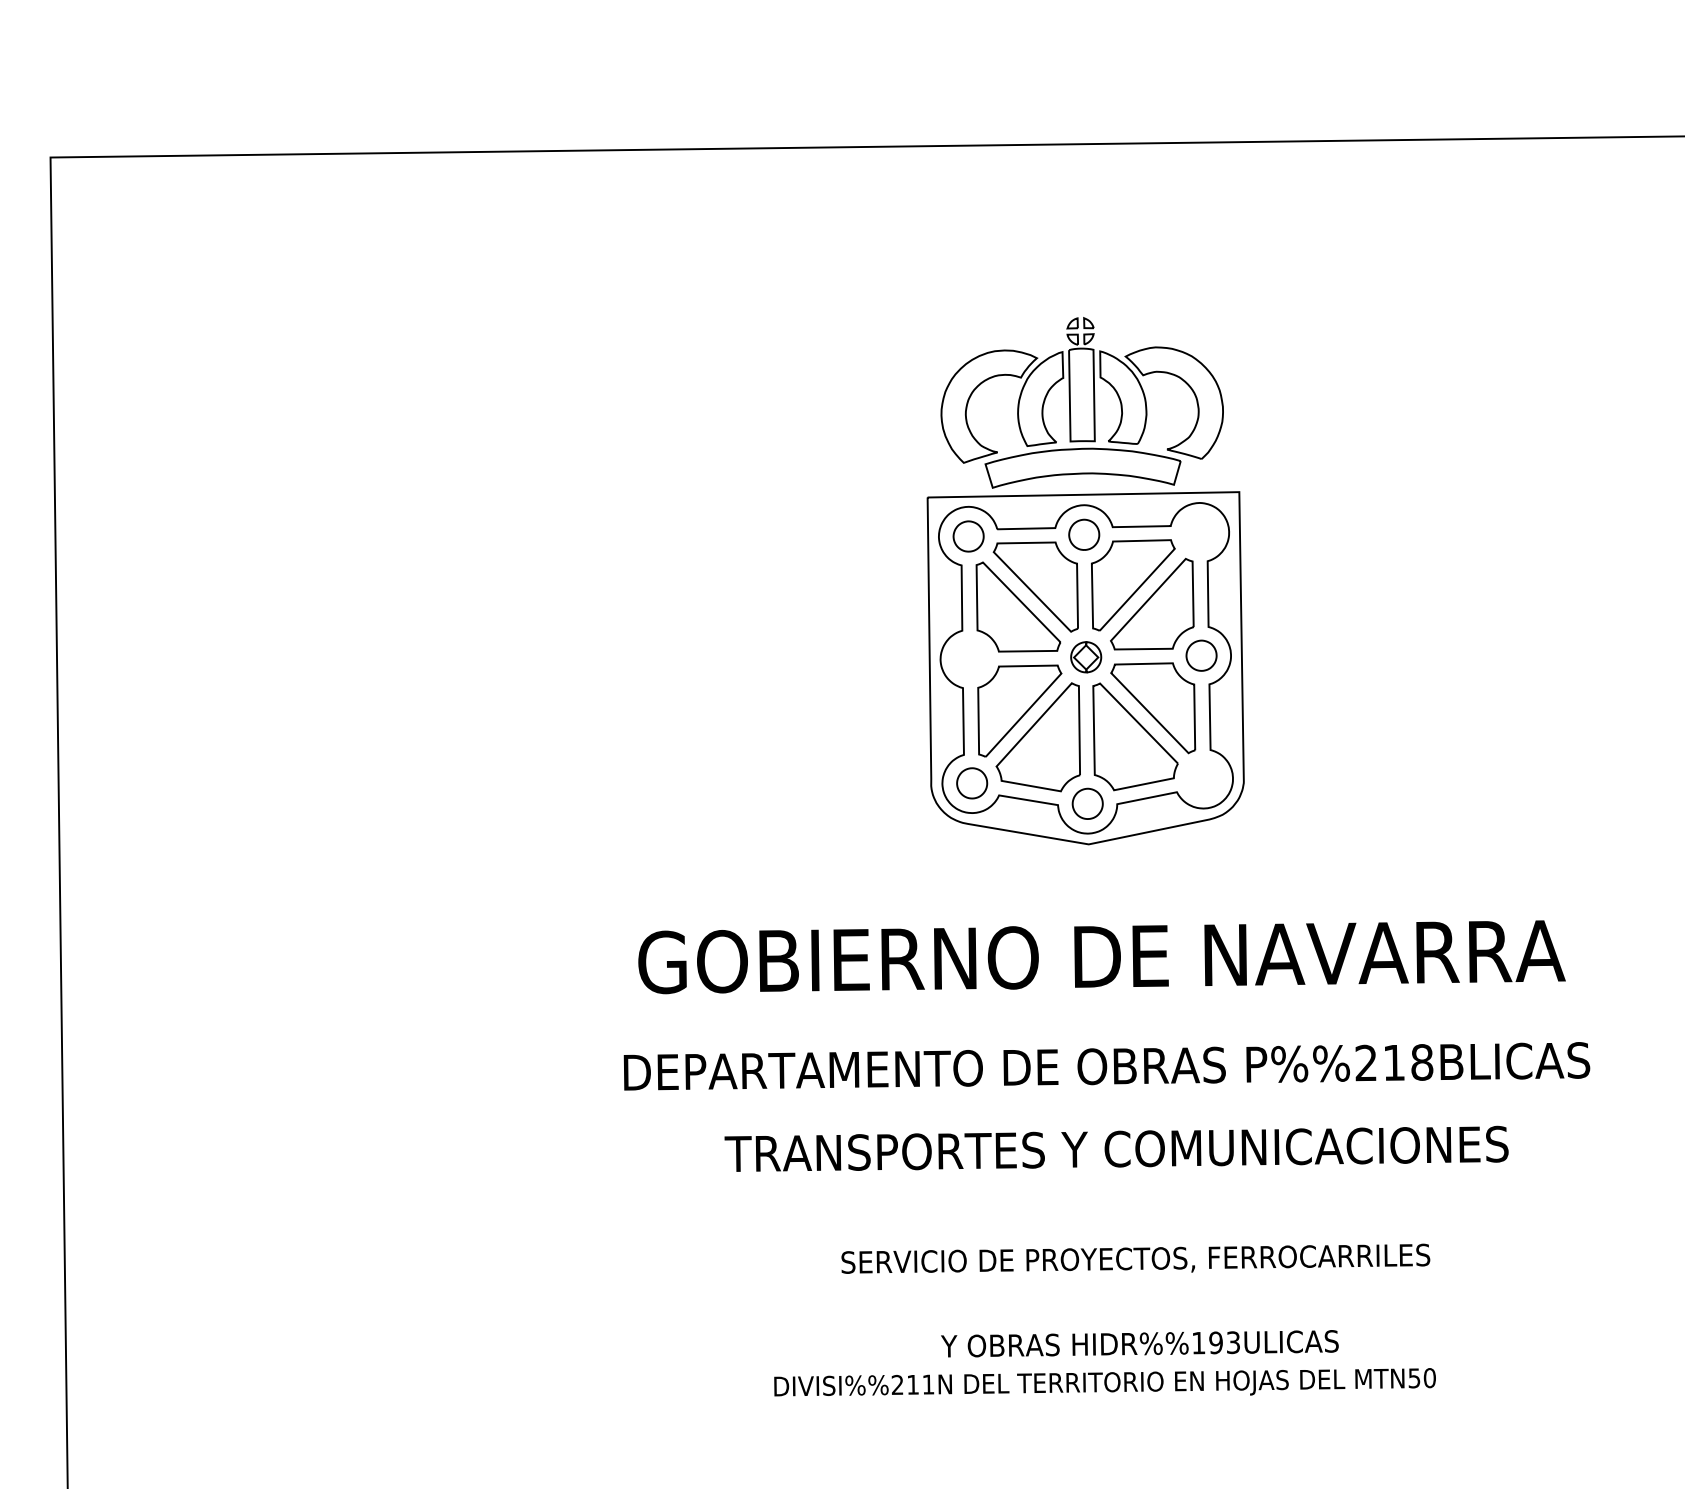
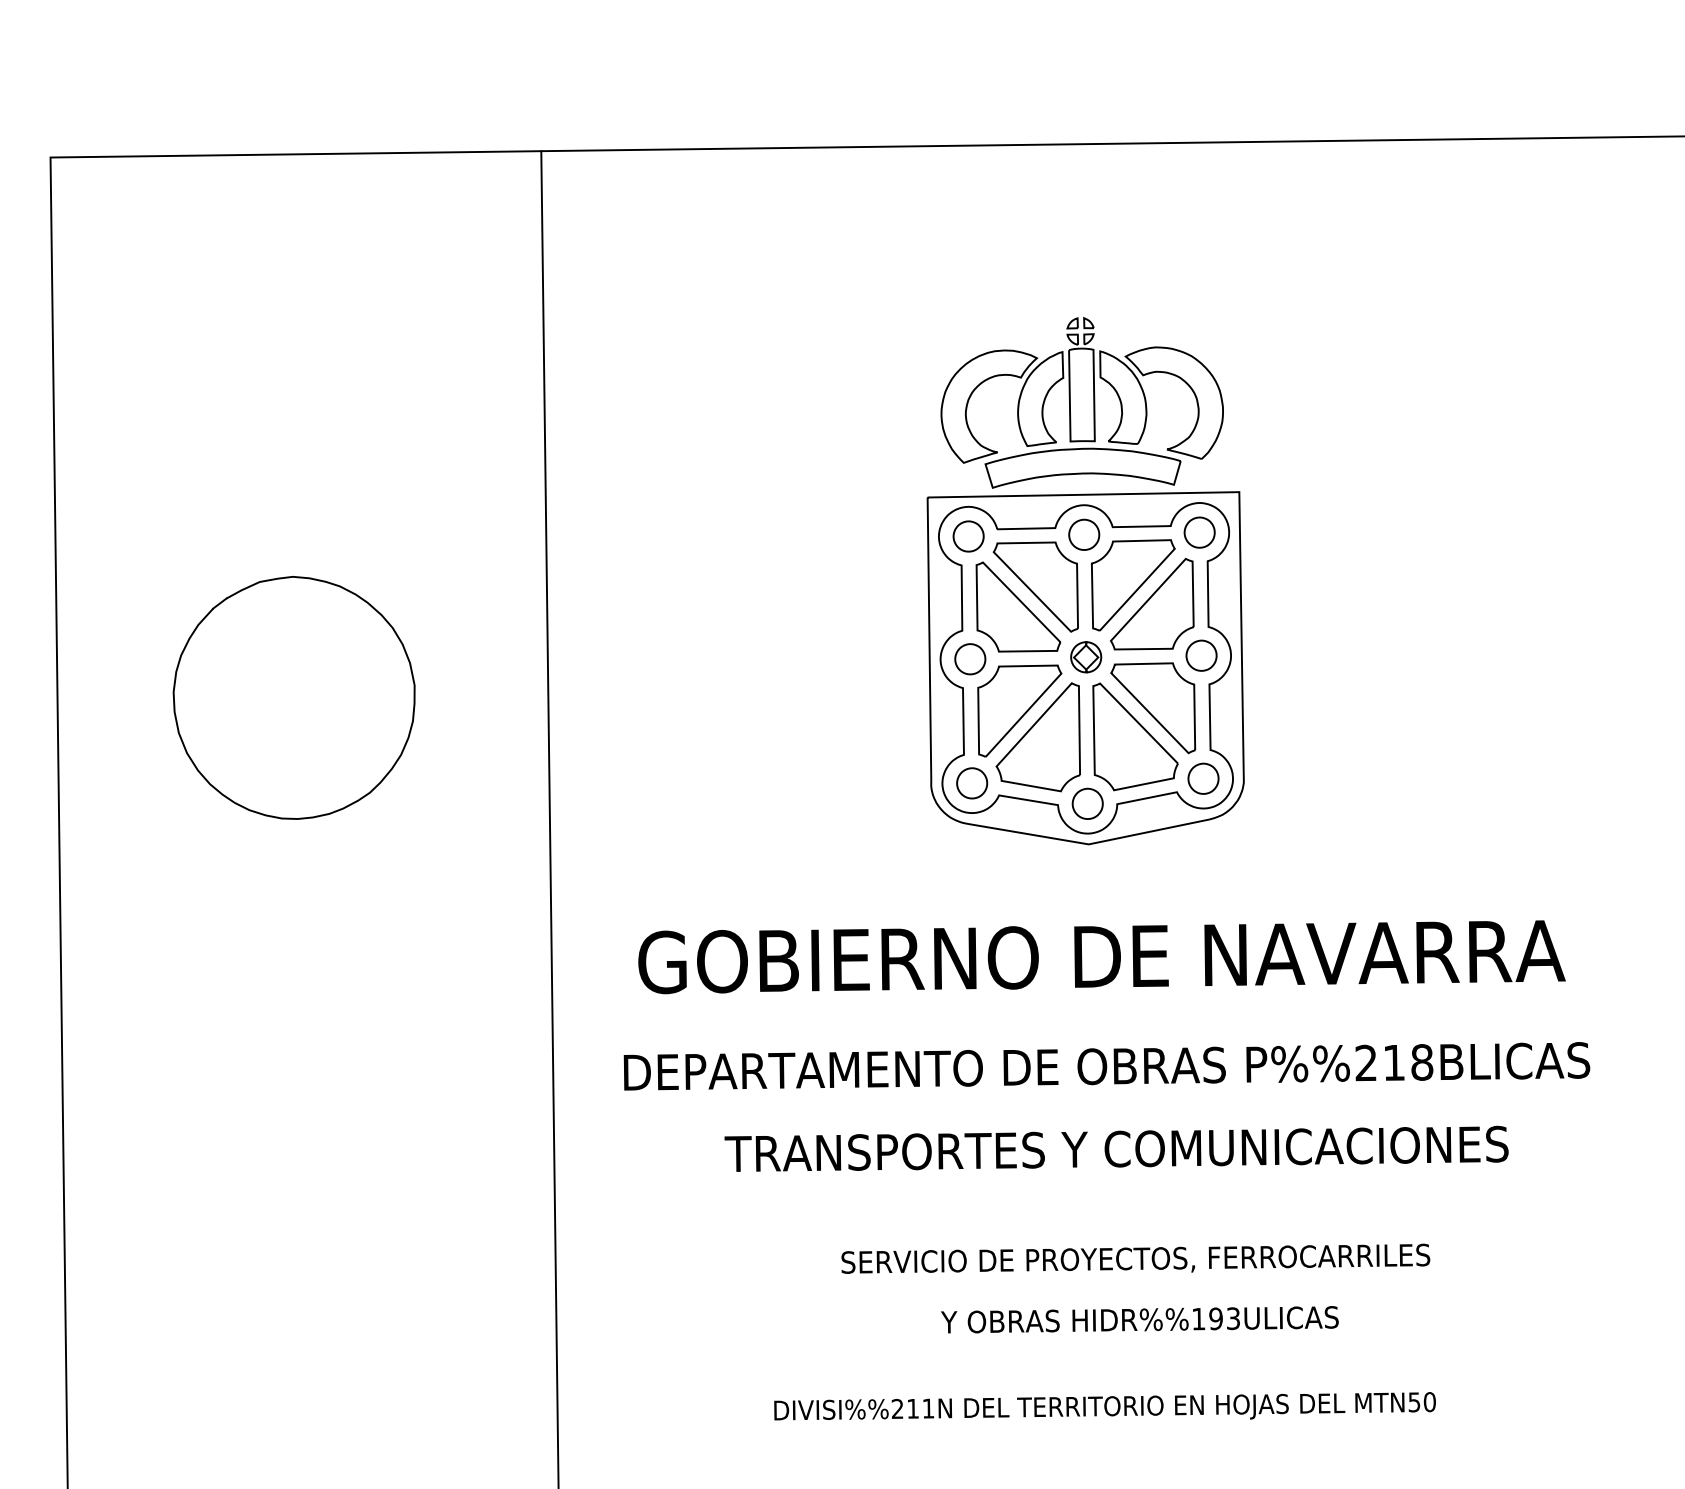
part at (1199, 532): none -> present
part at (970, 659): none -> present
part at (293, 697): none -> present
part at (1203, 778): none -> present
line at (549, 818): none -> present
text at (1139, 1343) position: (1139, 1343) -> (1139, 1319)
text at (1104, 1382) position: (1104, 1382) -> (1104, 1406)
